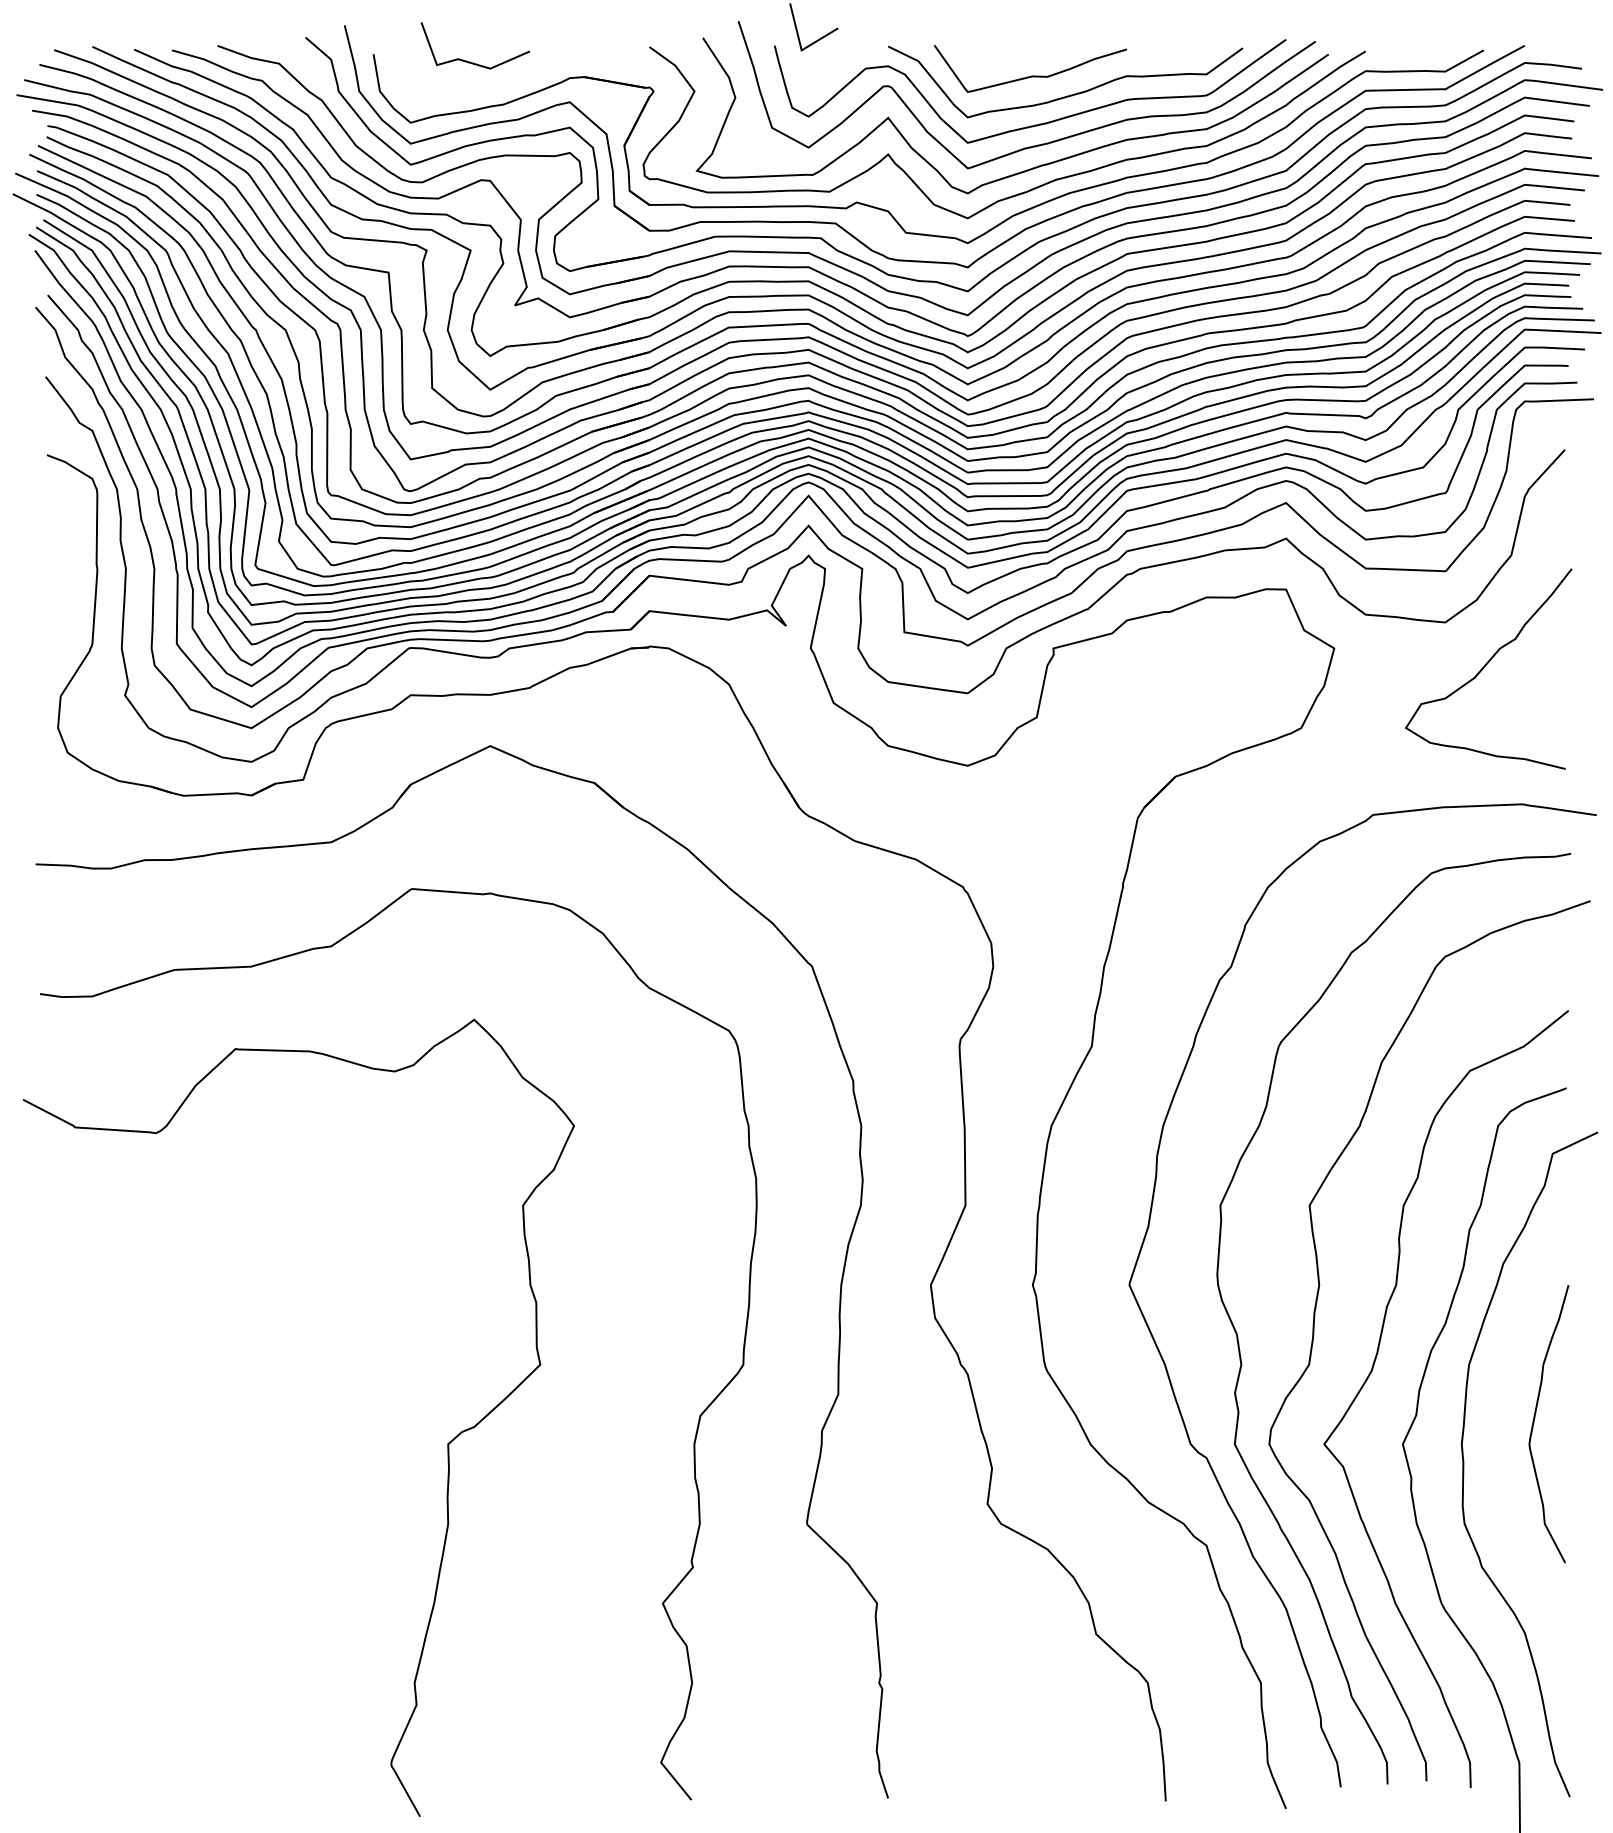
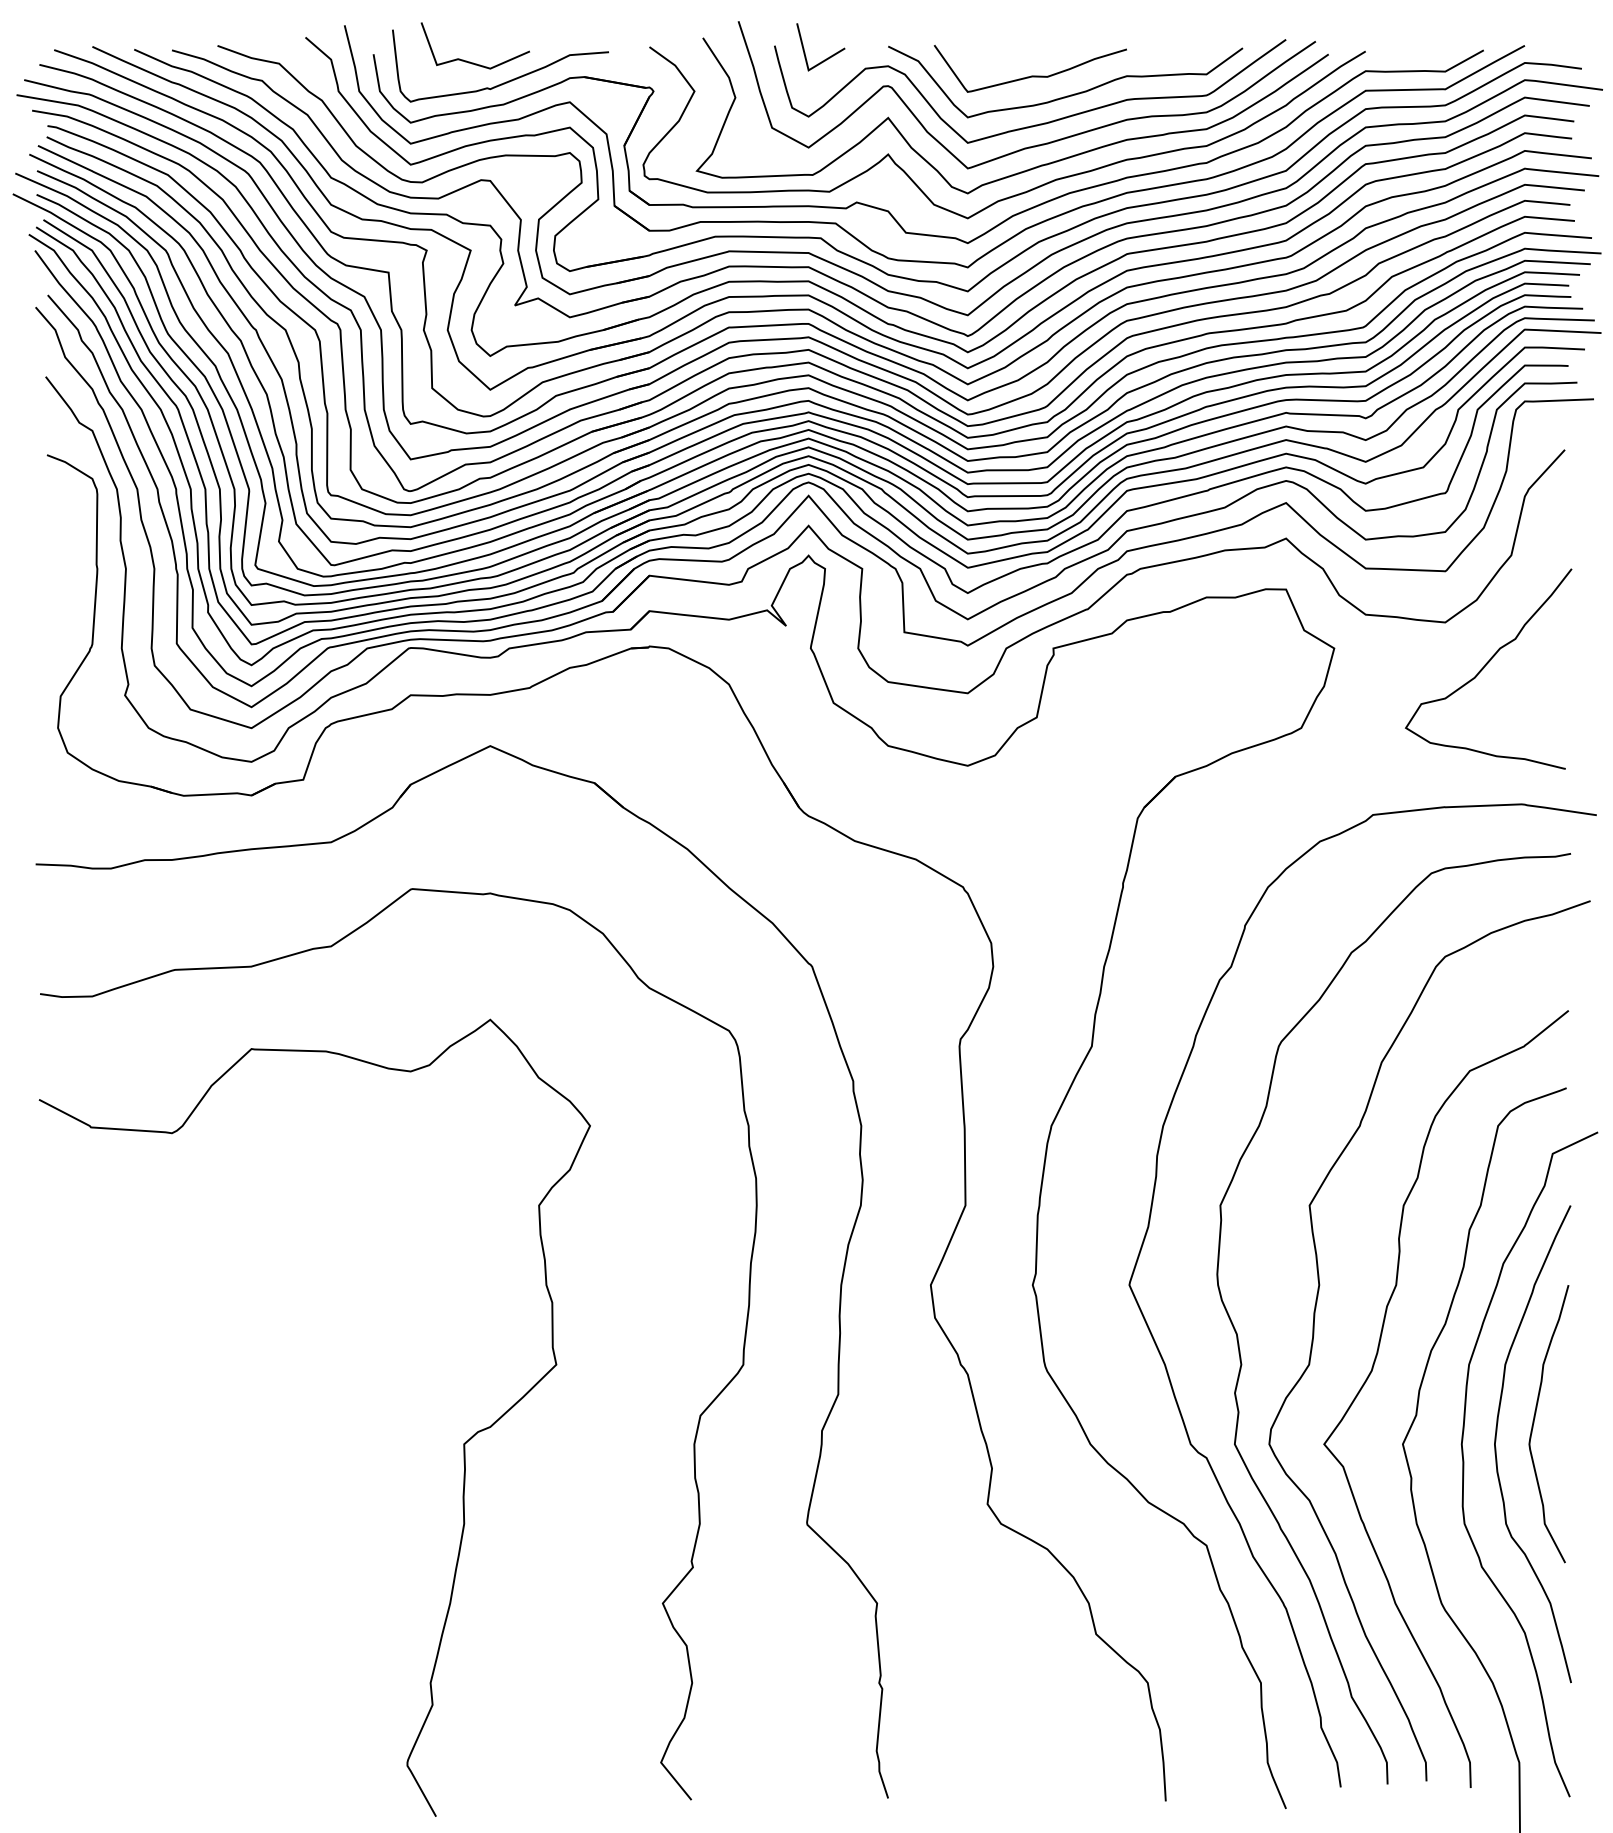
line at (820, 37) position: (820, 37) -> (827, 57)
curve at (508, 80): none -> present
curve at (1496, 1441): none -> present
curve at (447, 1443) position: (447, 1443) -> (463, 1443)
